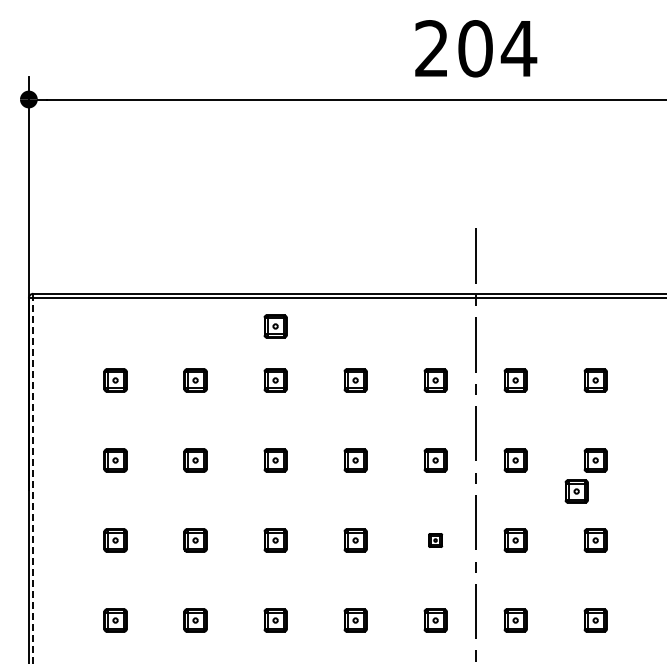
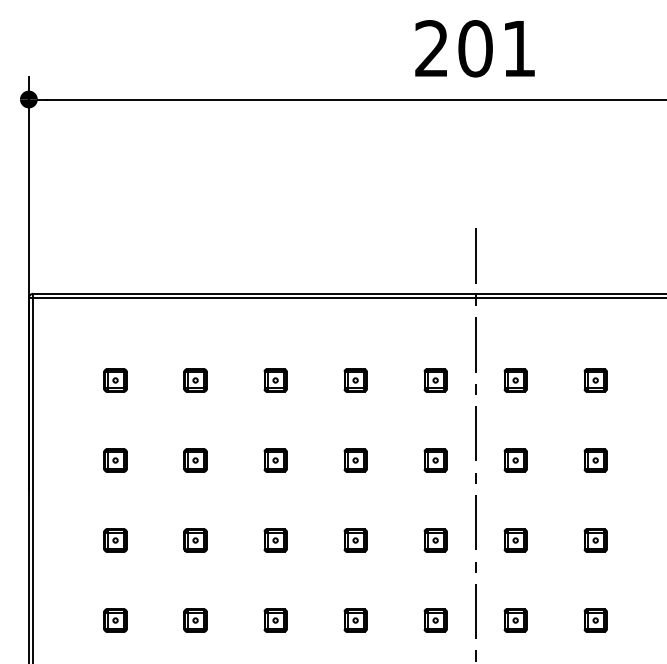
text at (518, 48): 204 -> 201
part at (275, 326): present -> none
line at (33, 478): dashed -> solid
part at (576, 491): present -> none
part at (435, 540) size: 16x15 px -> 25x25 px
